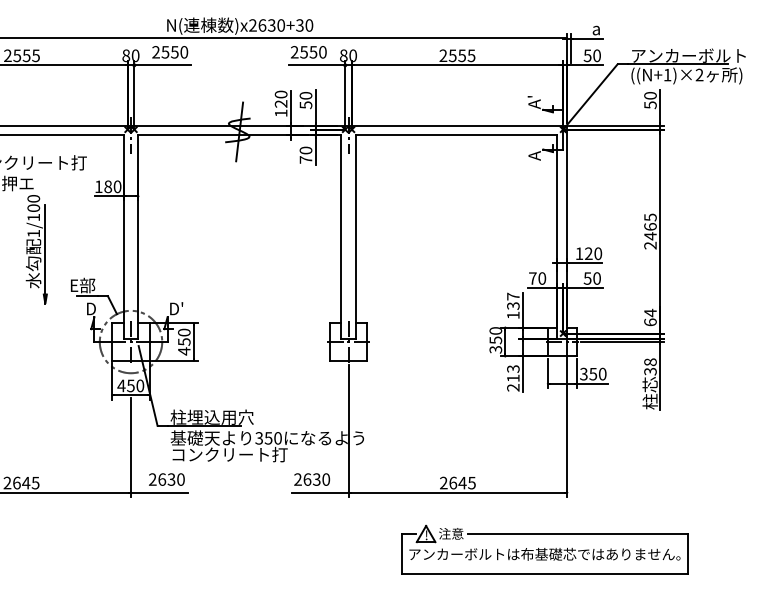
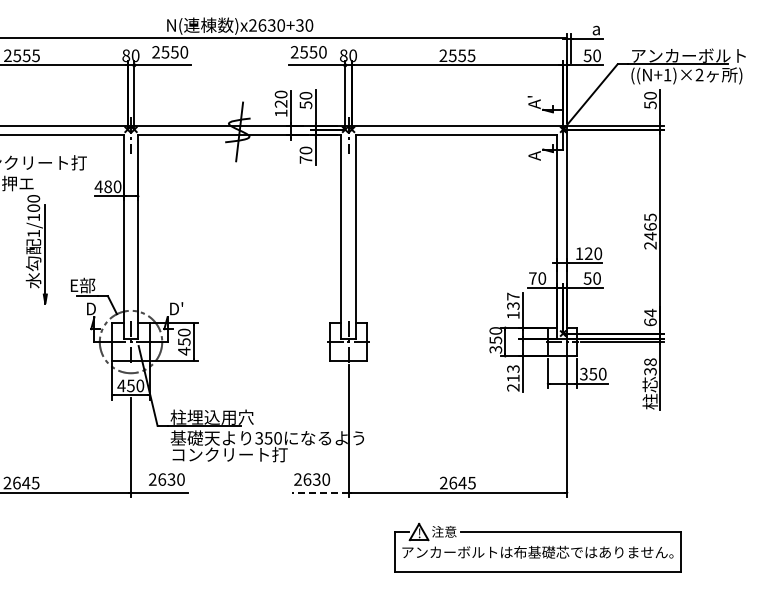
text at (98, 186): 180 -> 480
line at (319, 492): solid -> dashed
part at (544, 549) position: (544, 549) -> (537, 547)
